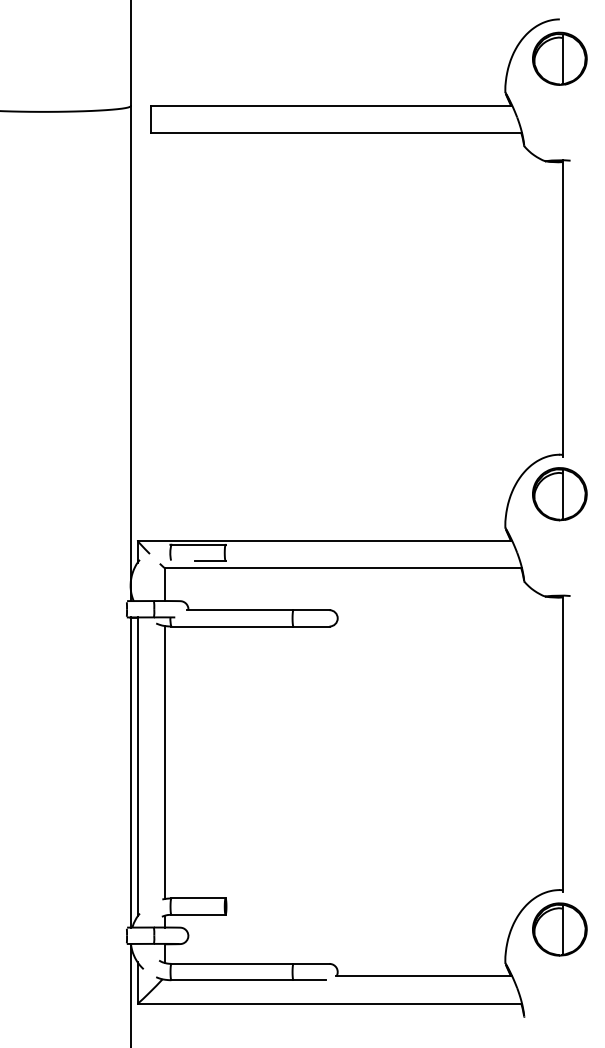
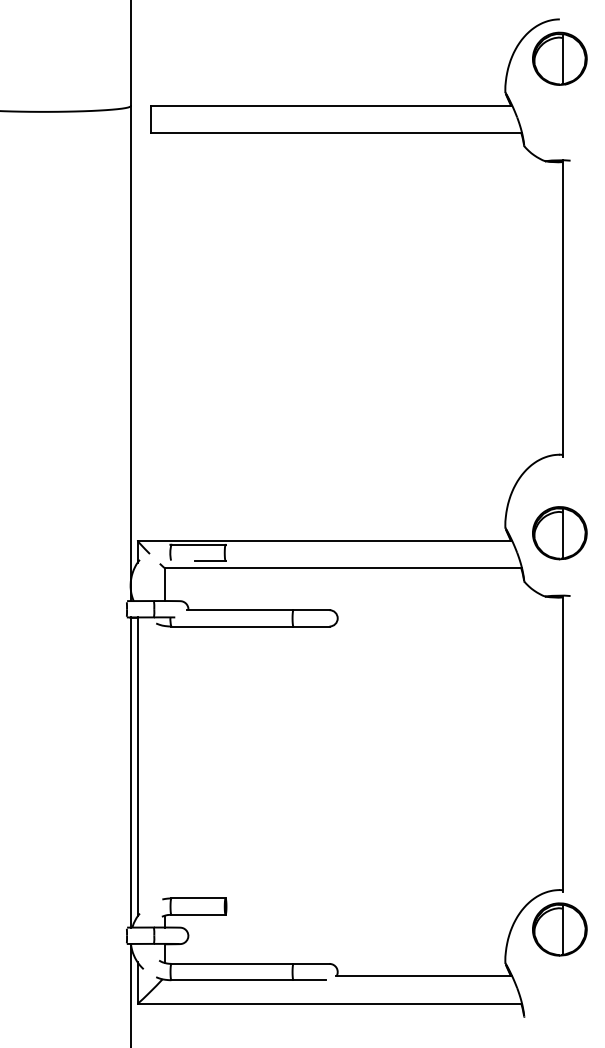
part at (559, 494) position: (559, 494) -> (559, 533)
line at (165, 762): present -> none
